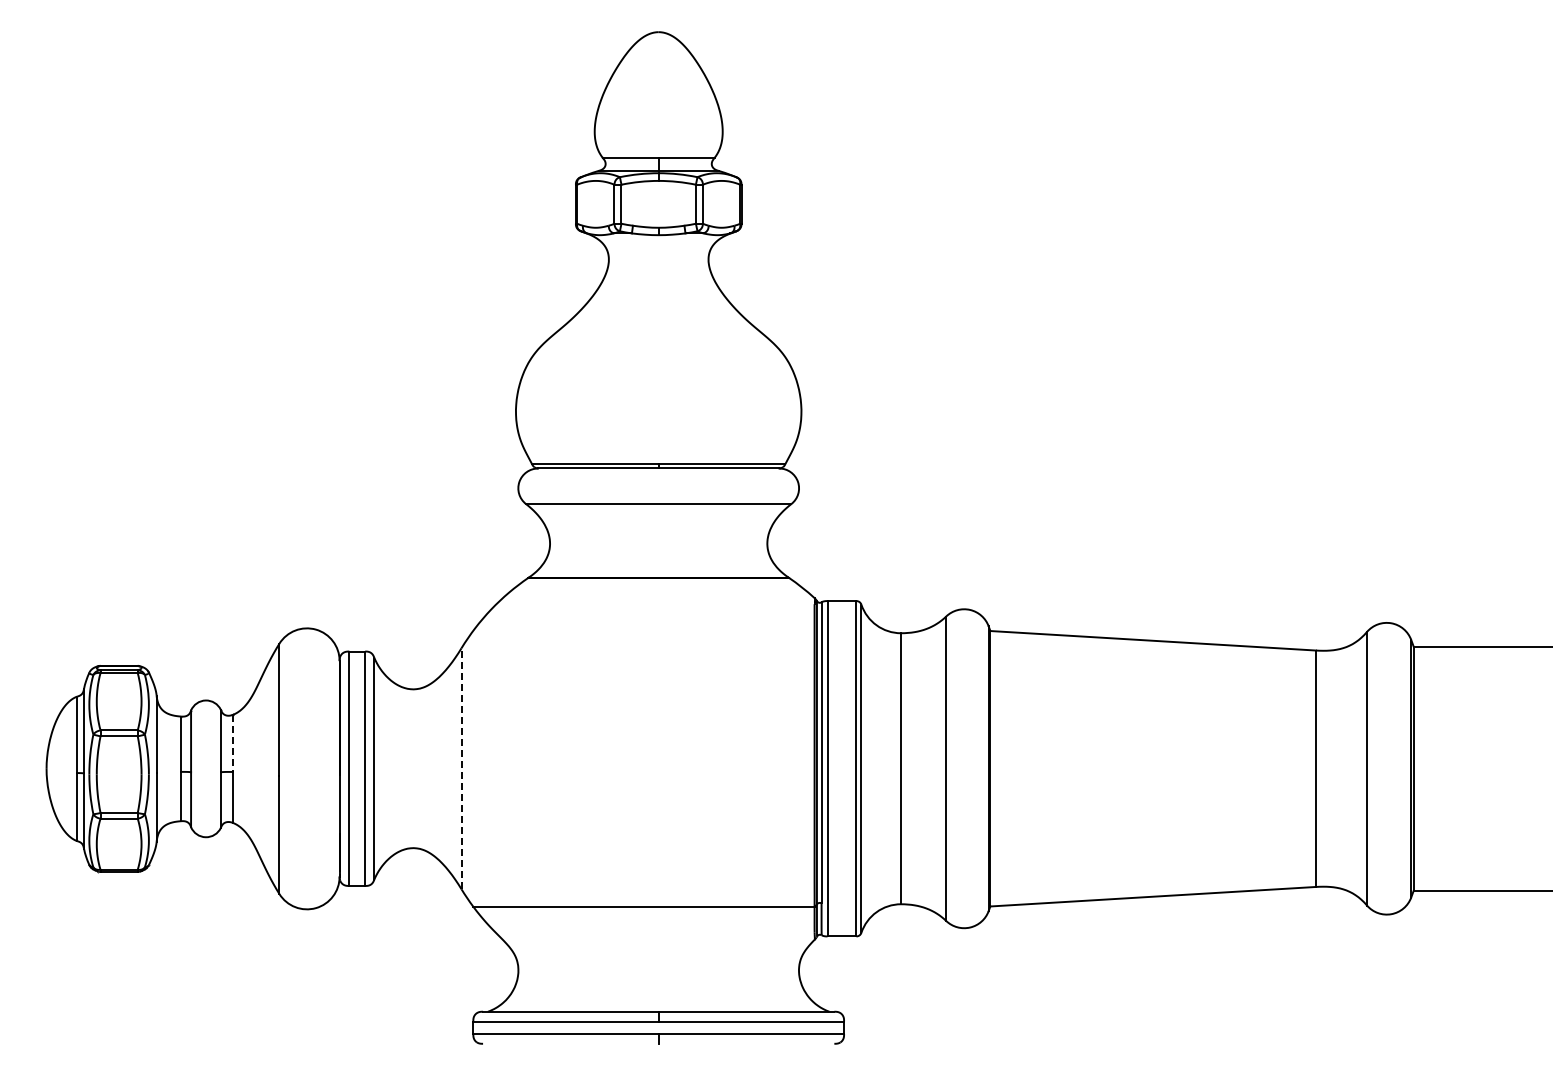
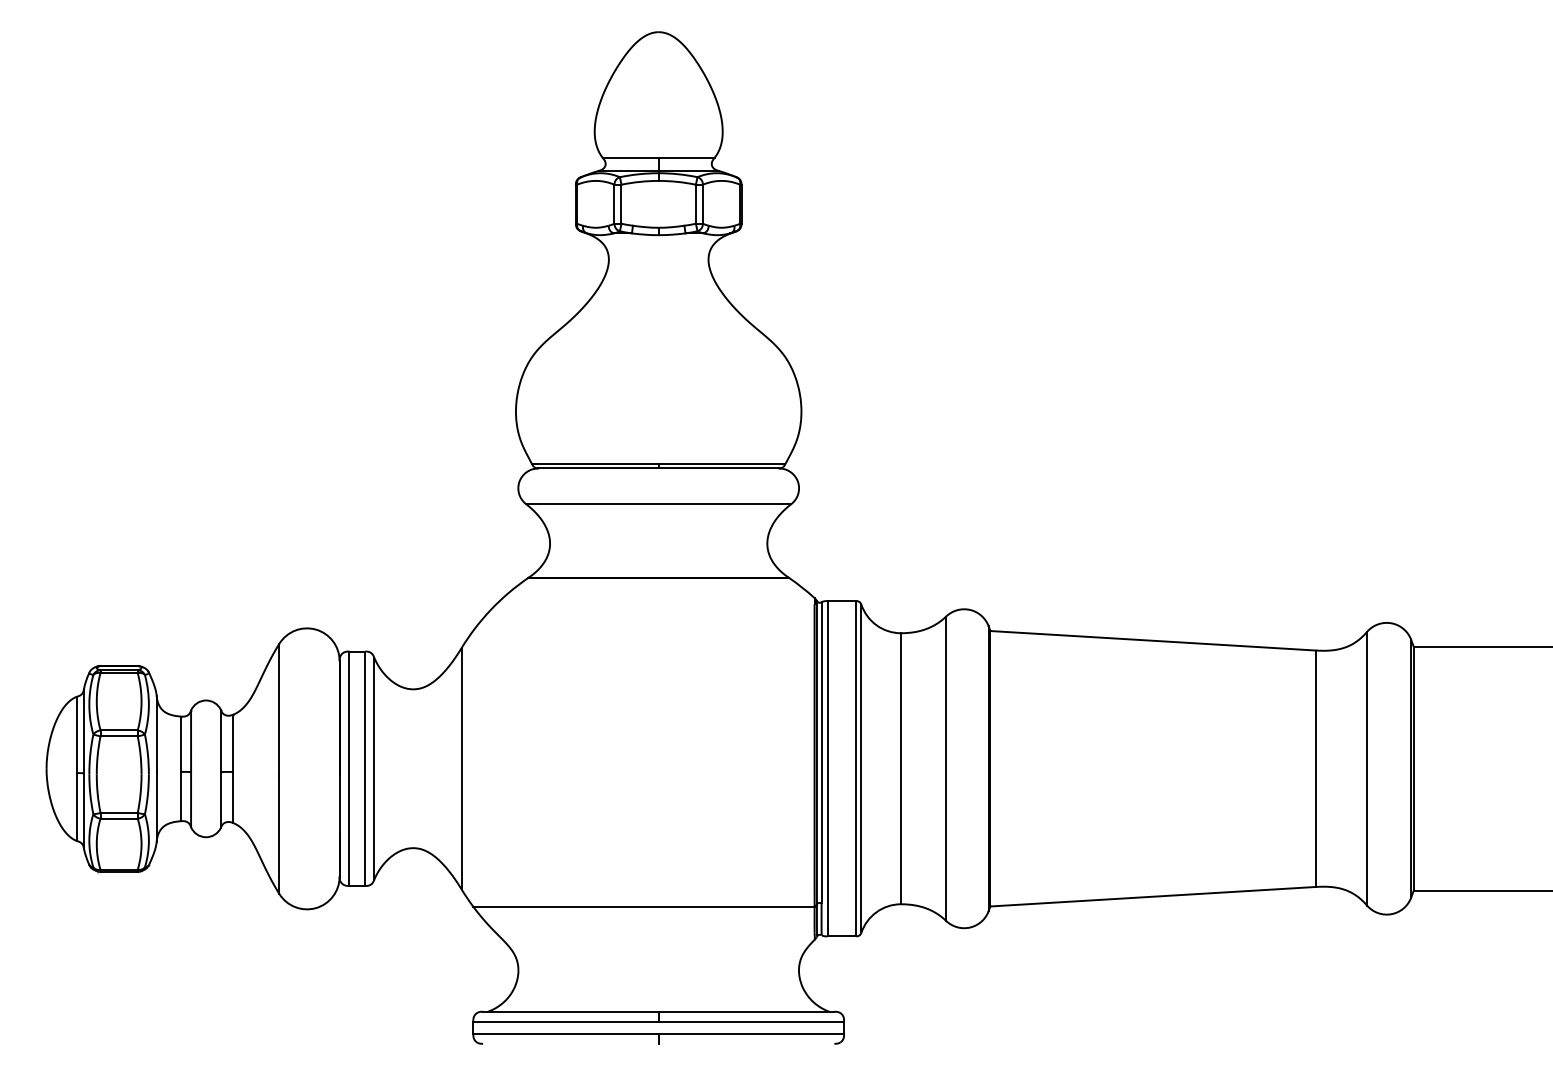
line at (233, 743): dashed -> solid
line at (461, 768): dashed -> solid
